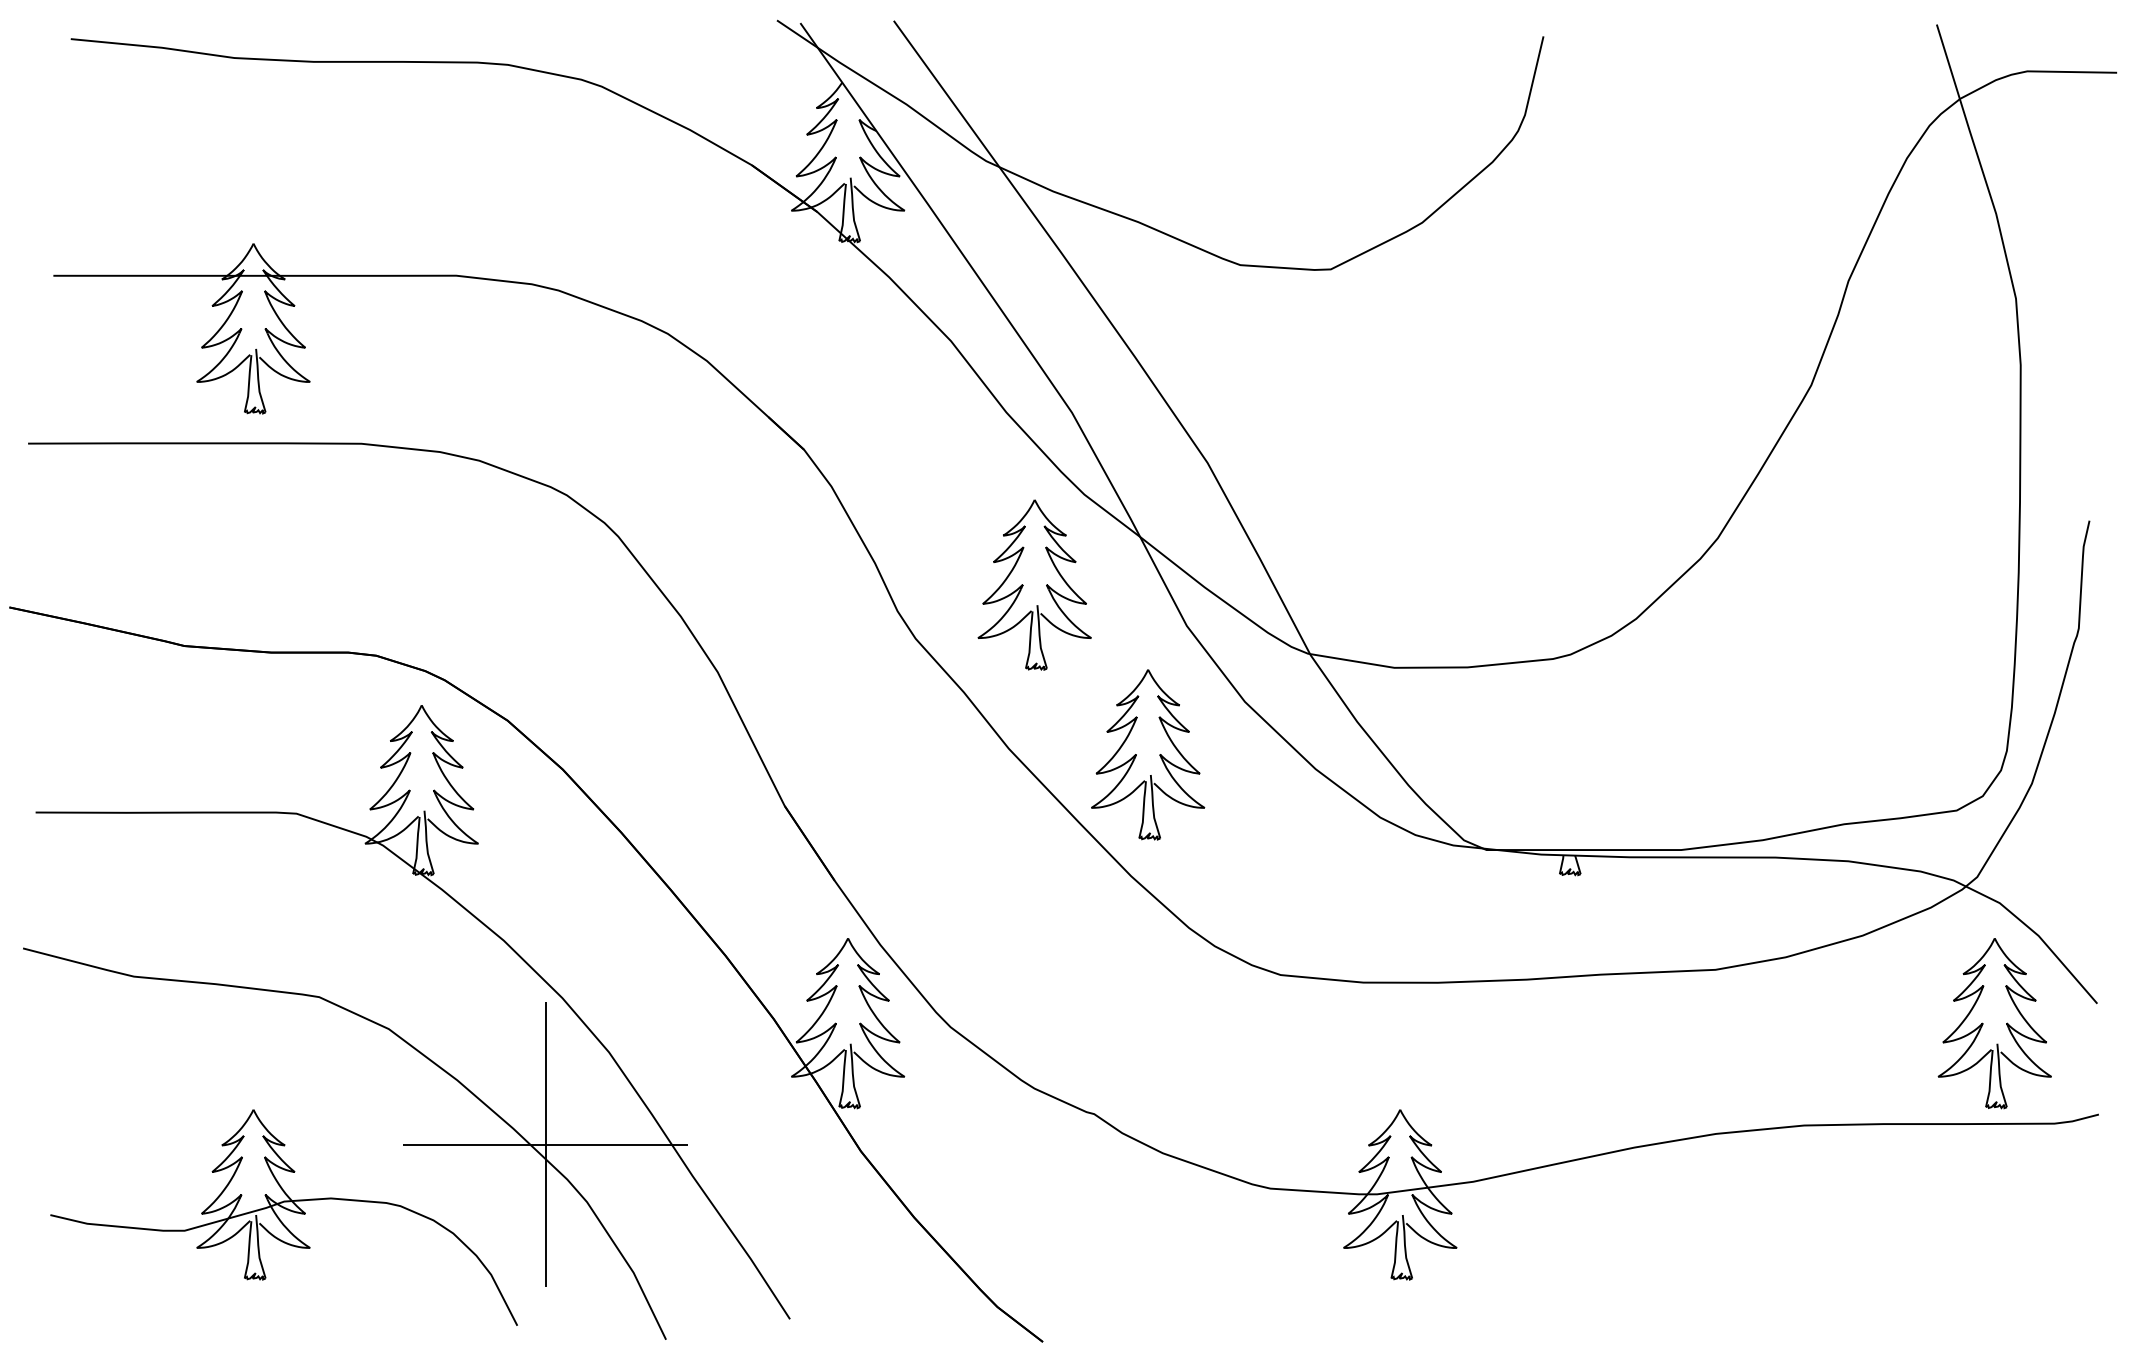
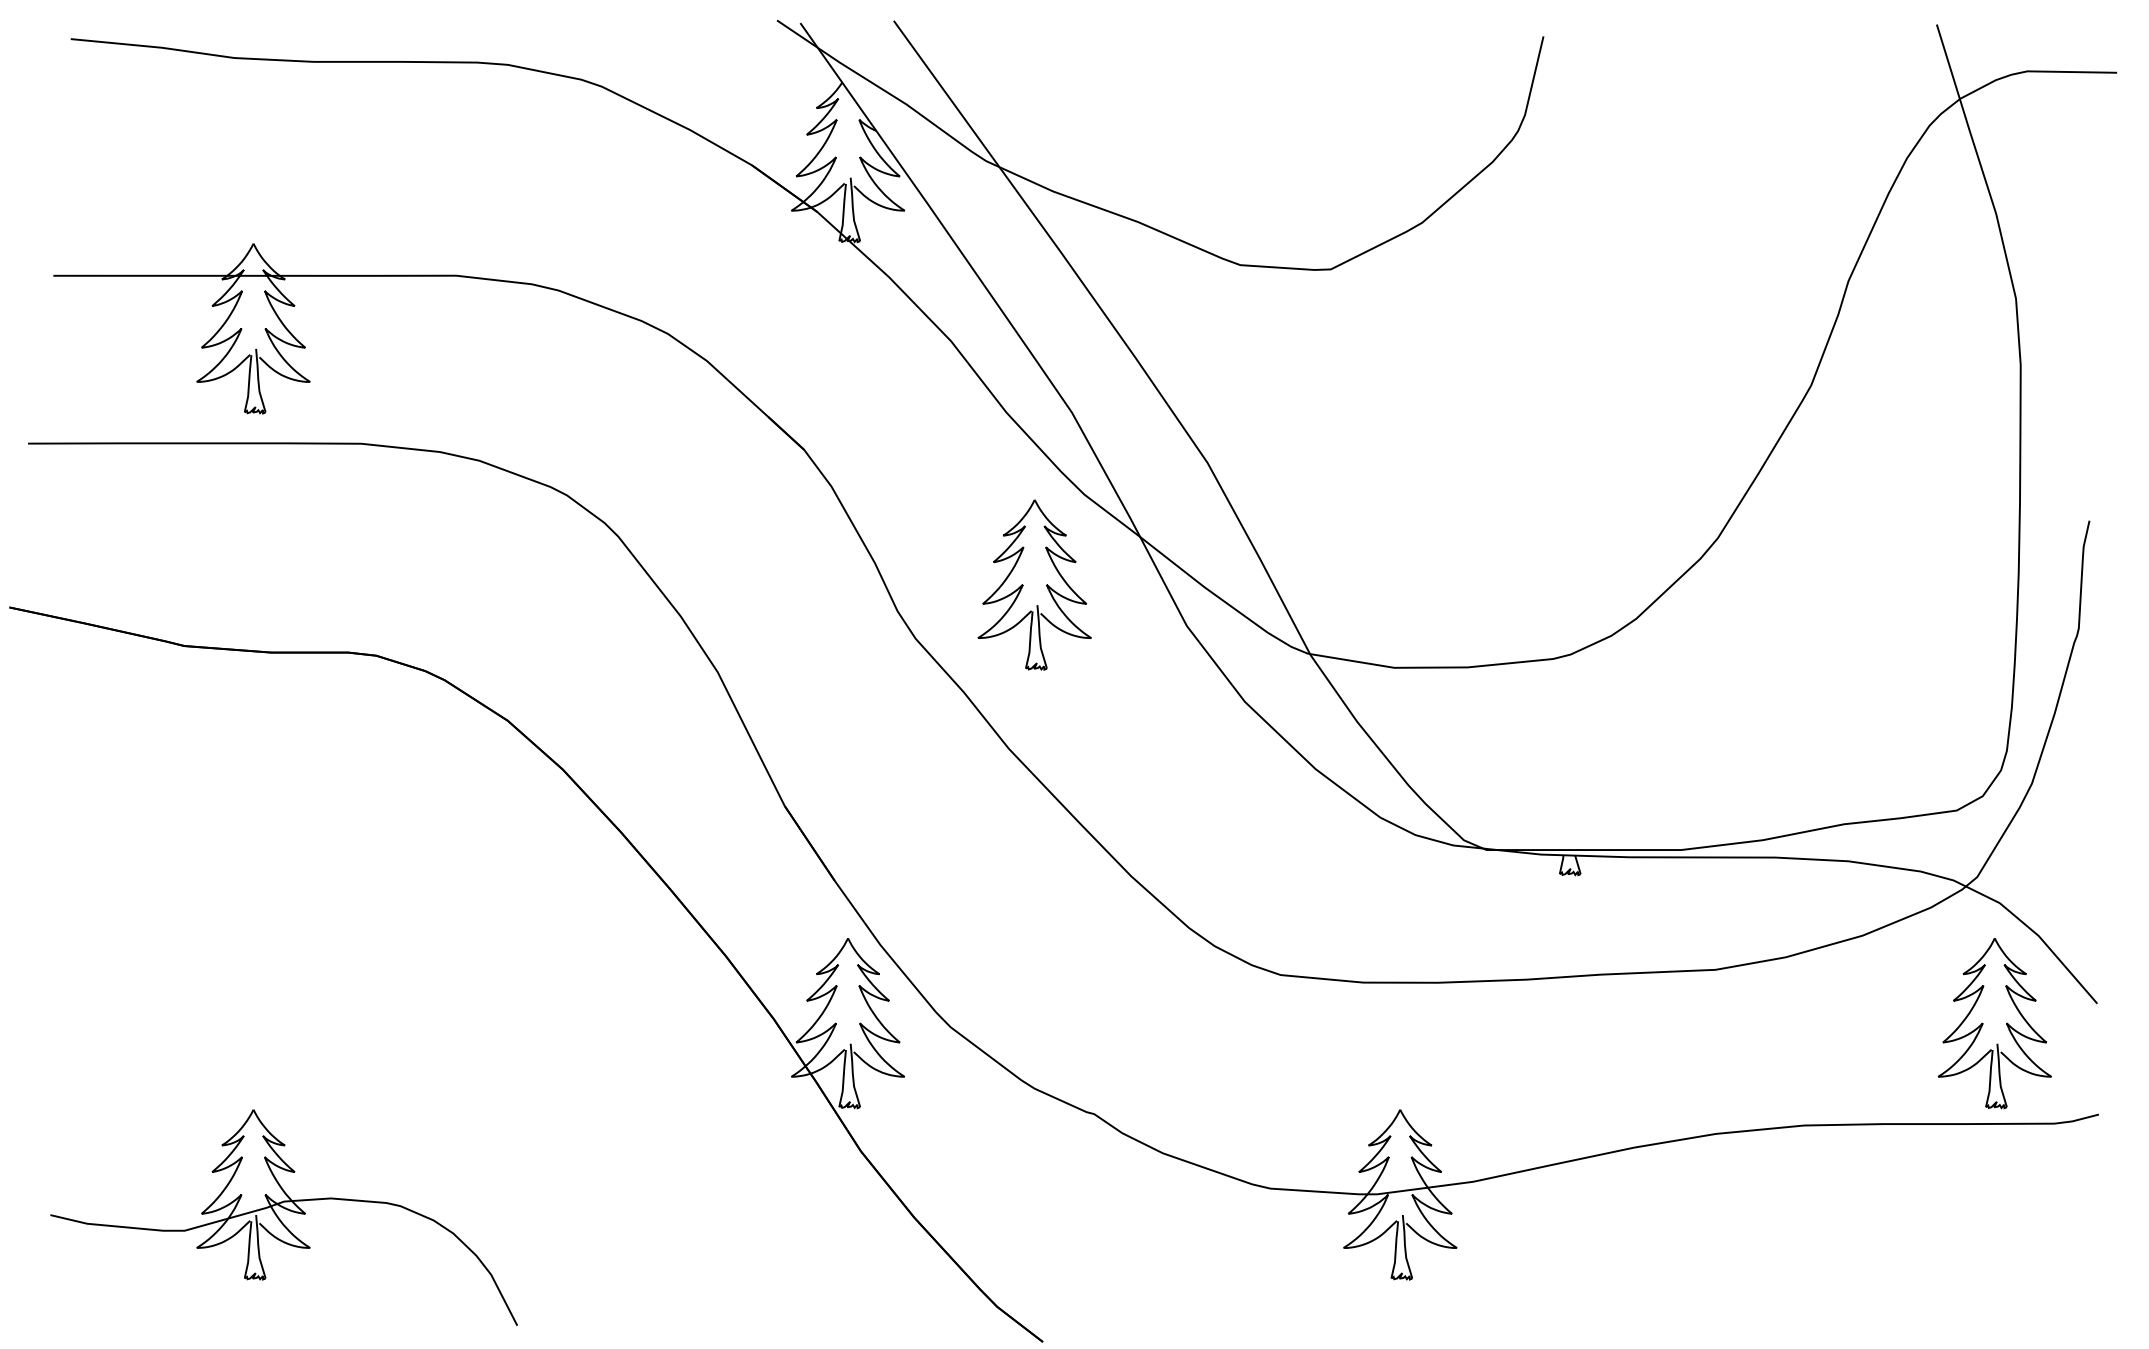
part at (1148, 754): present -> none
part at (399, 1035): present -> none
